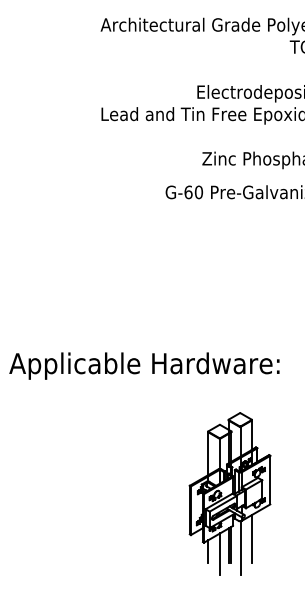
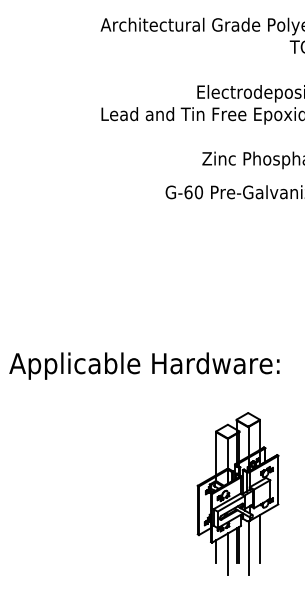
part at (229, 493) position: (229, 493) -> (237, 493)
